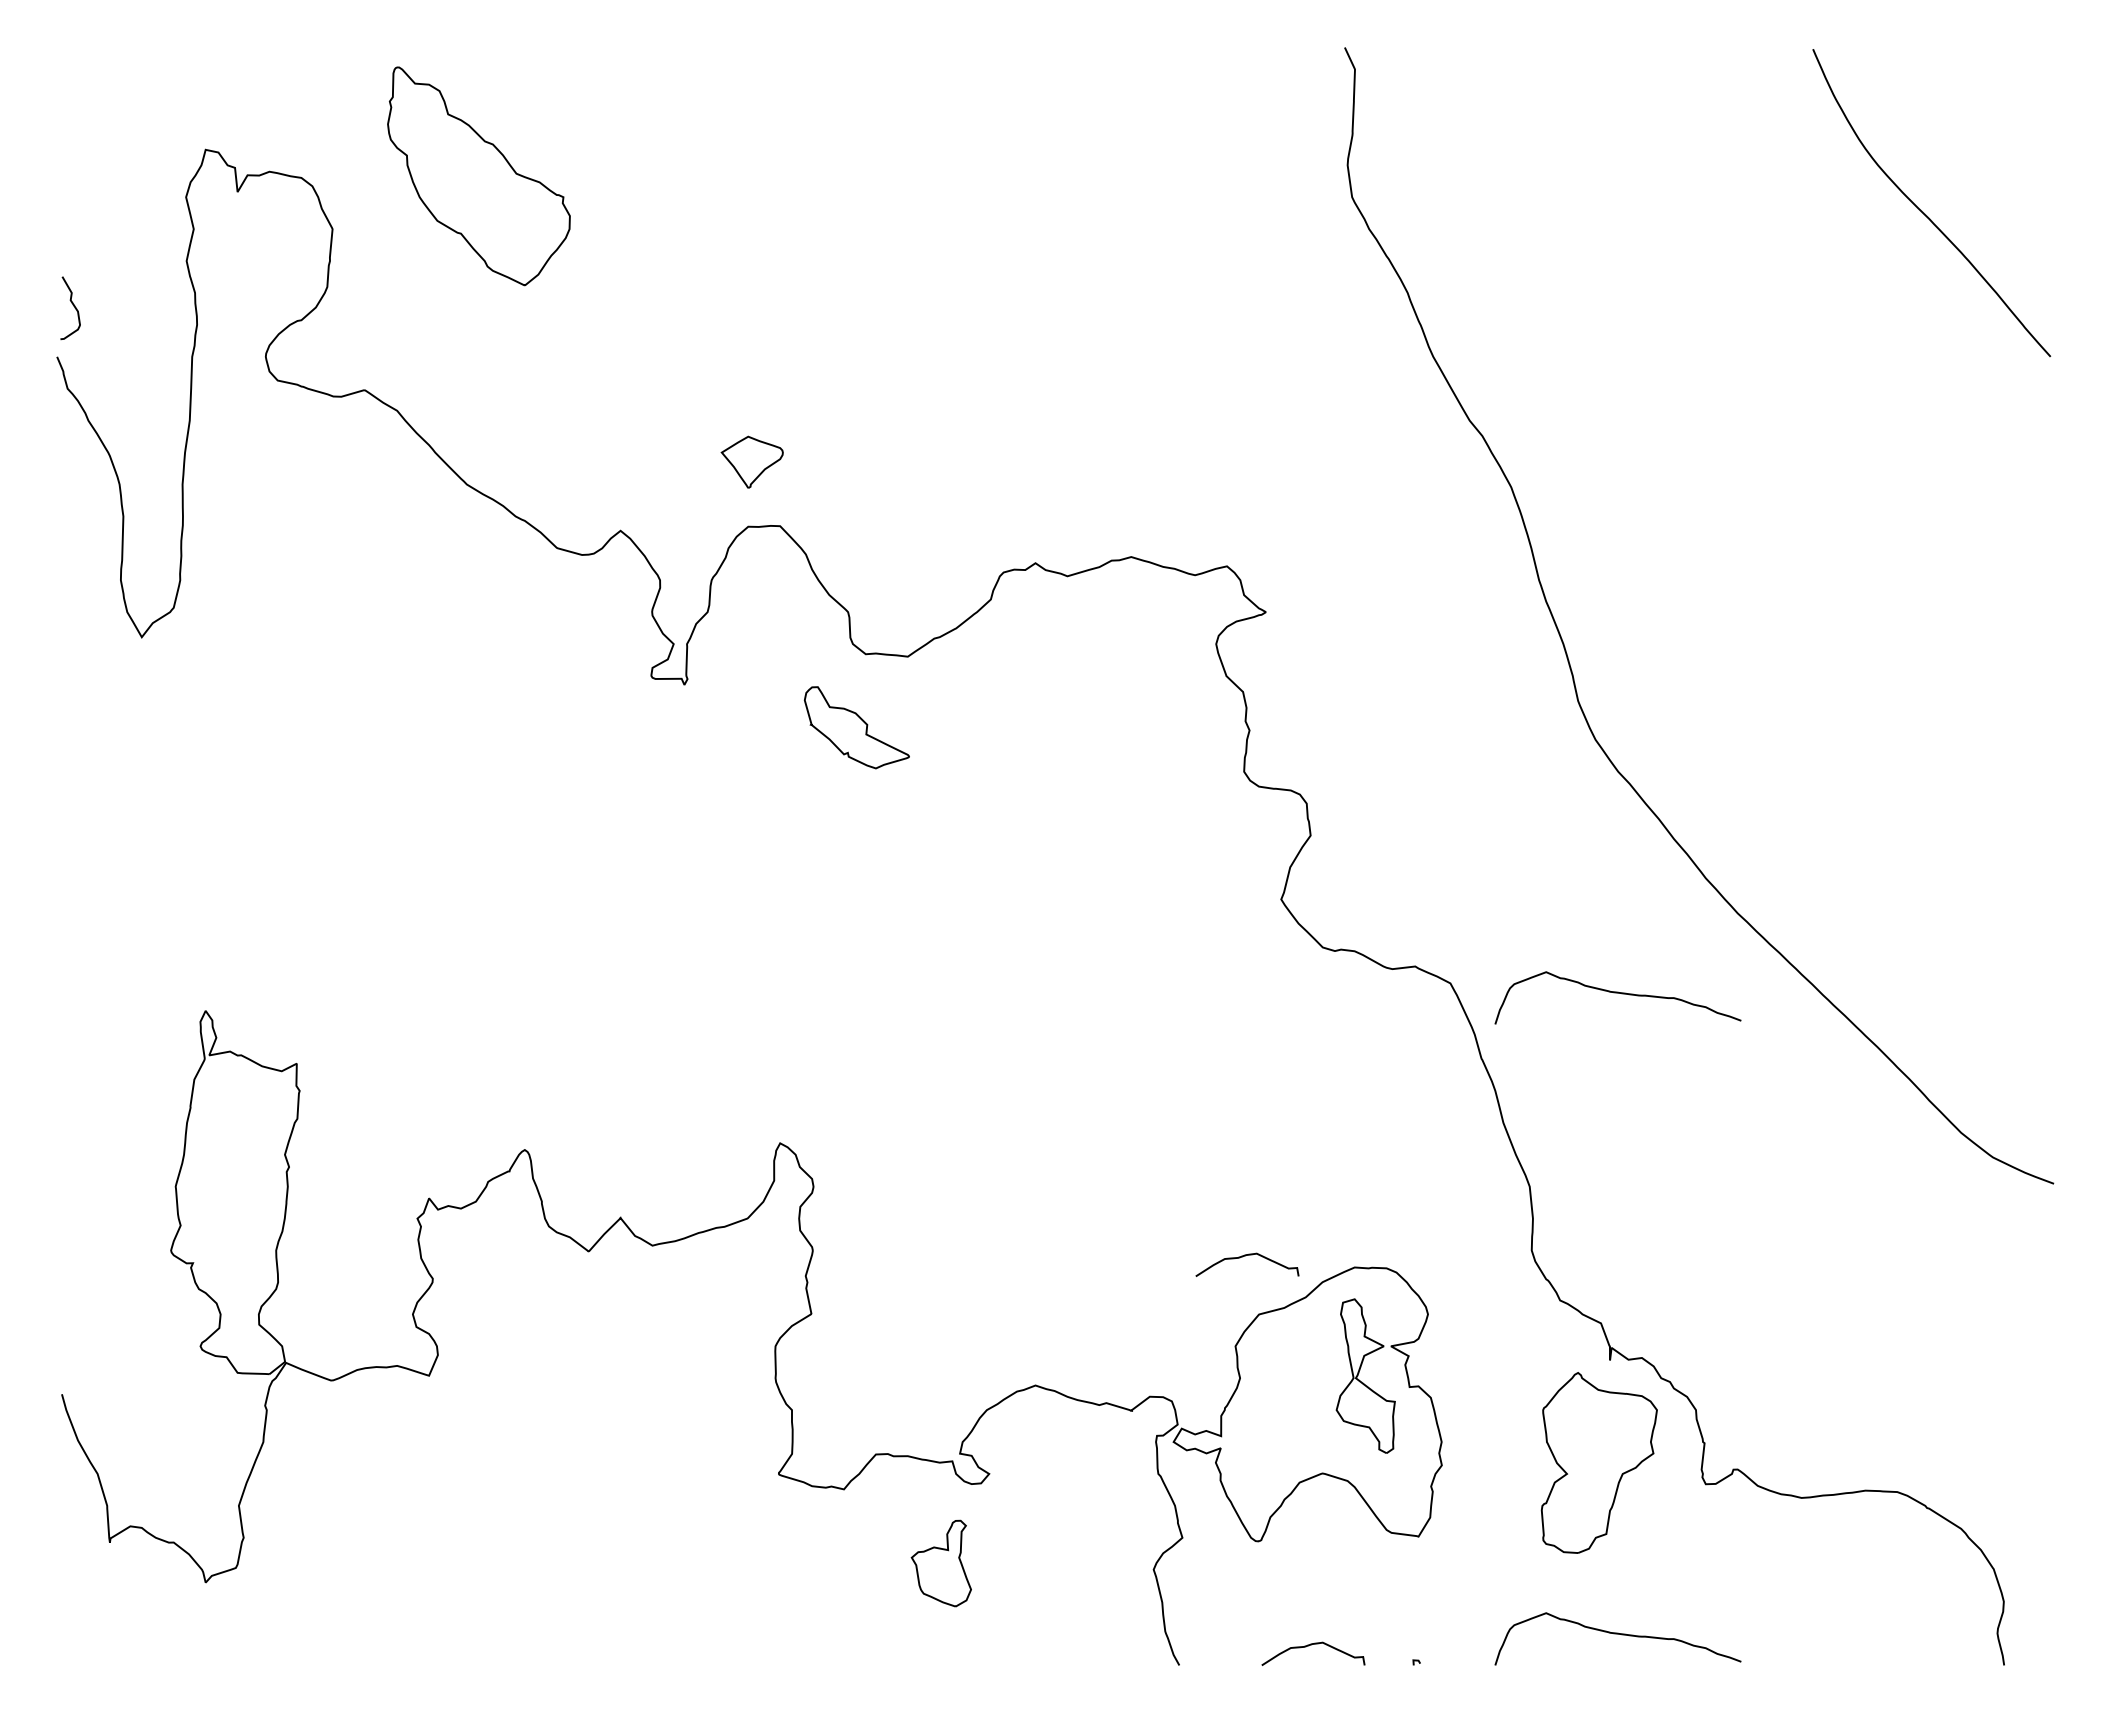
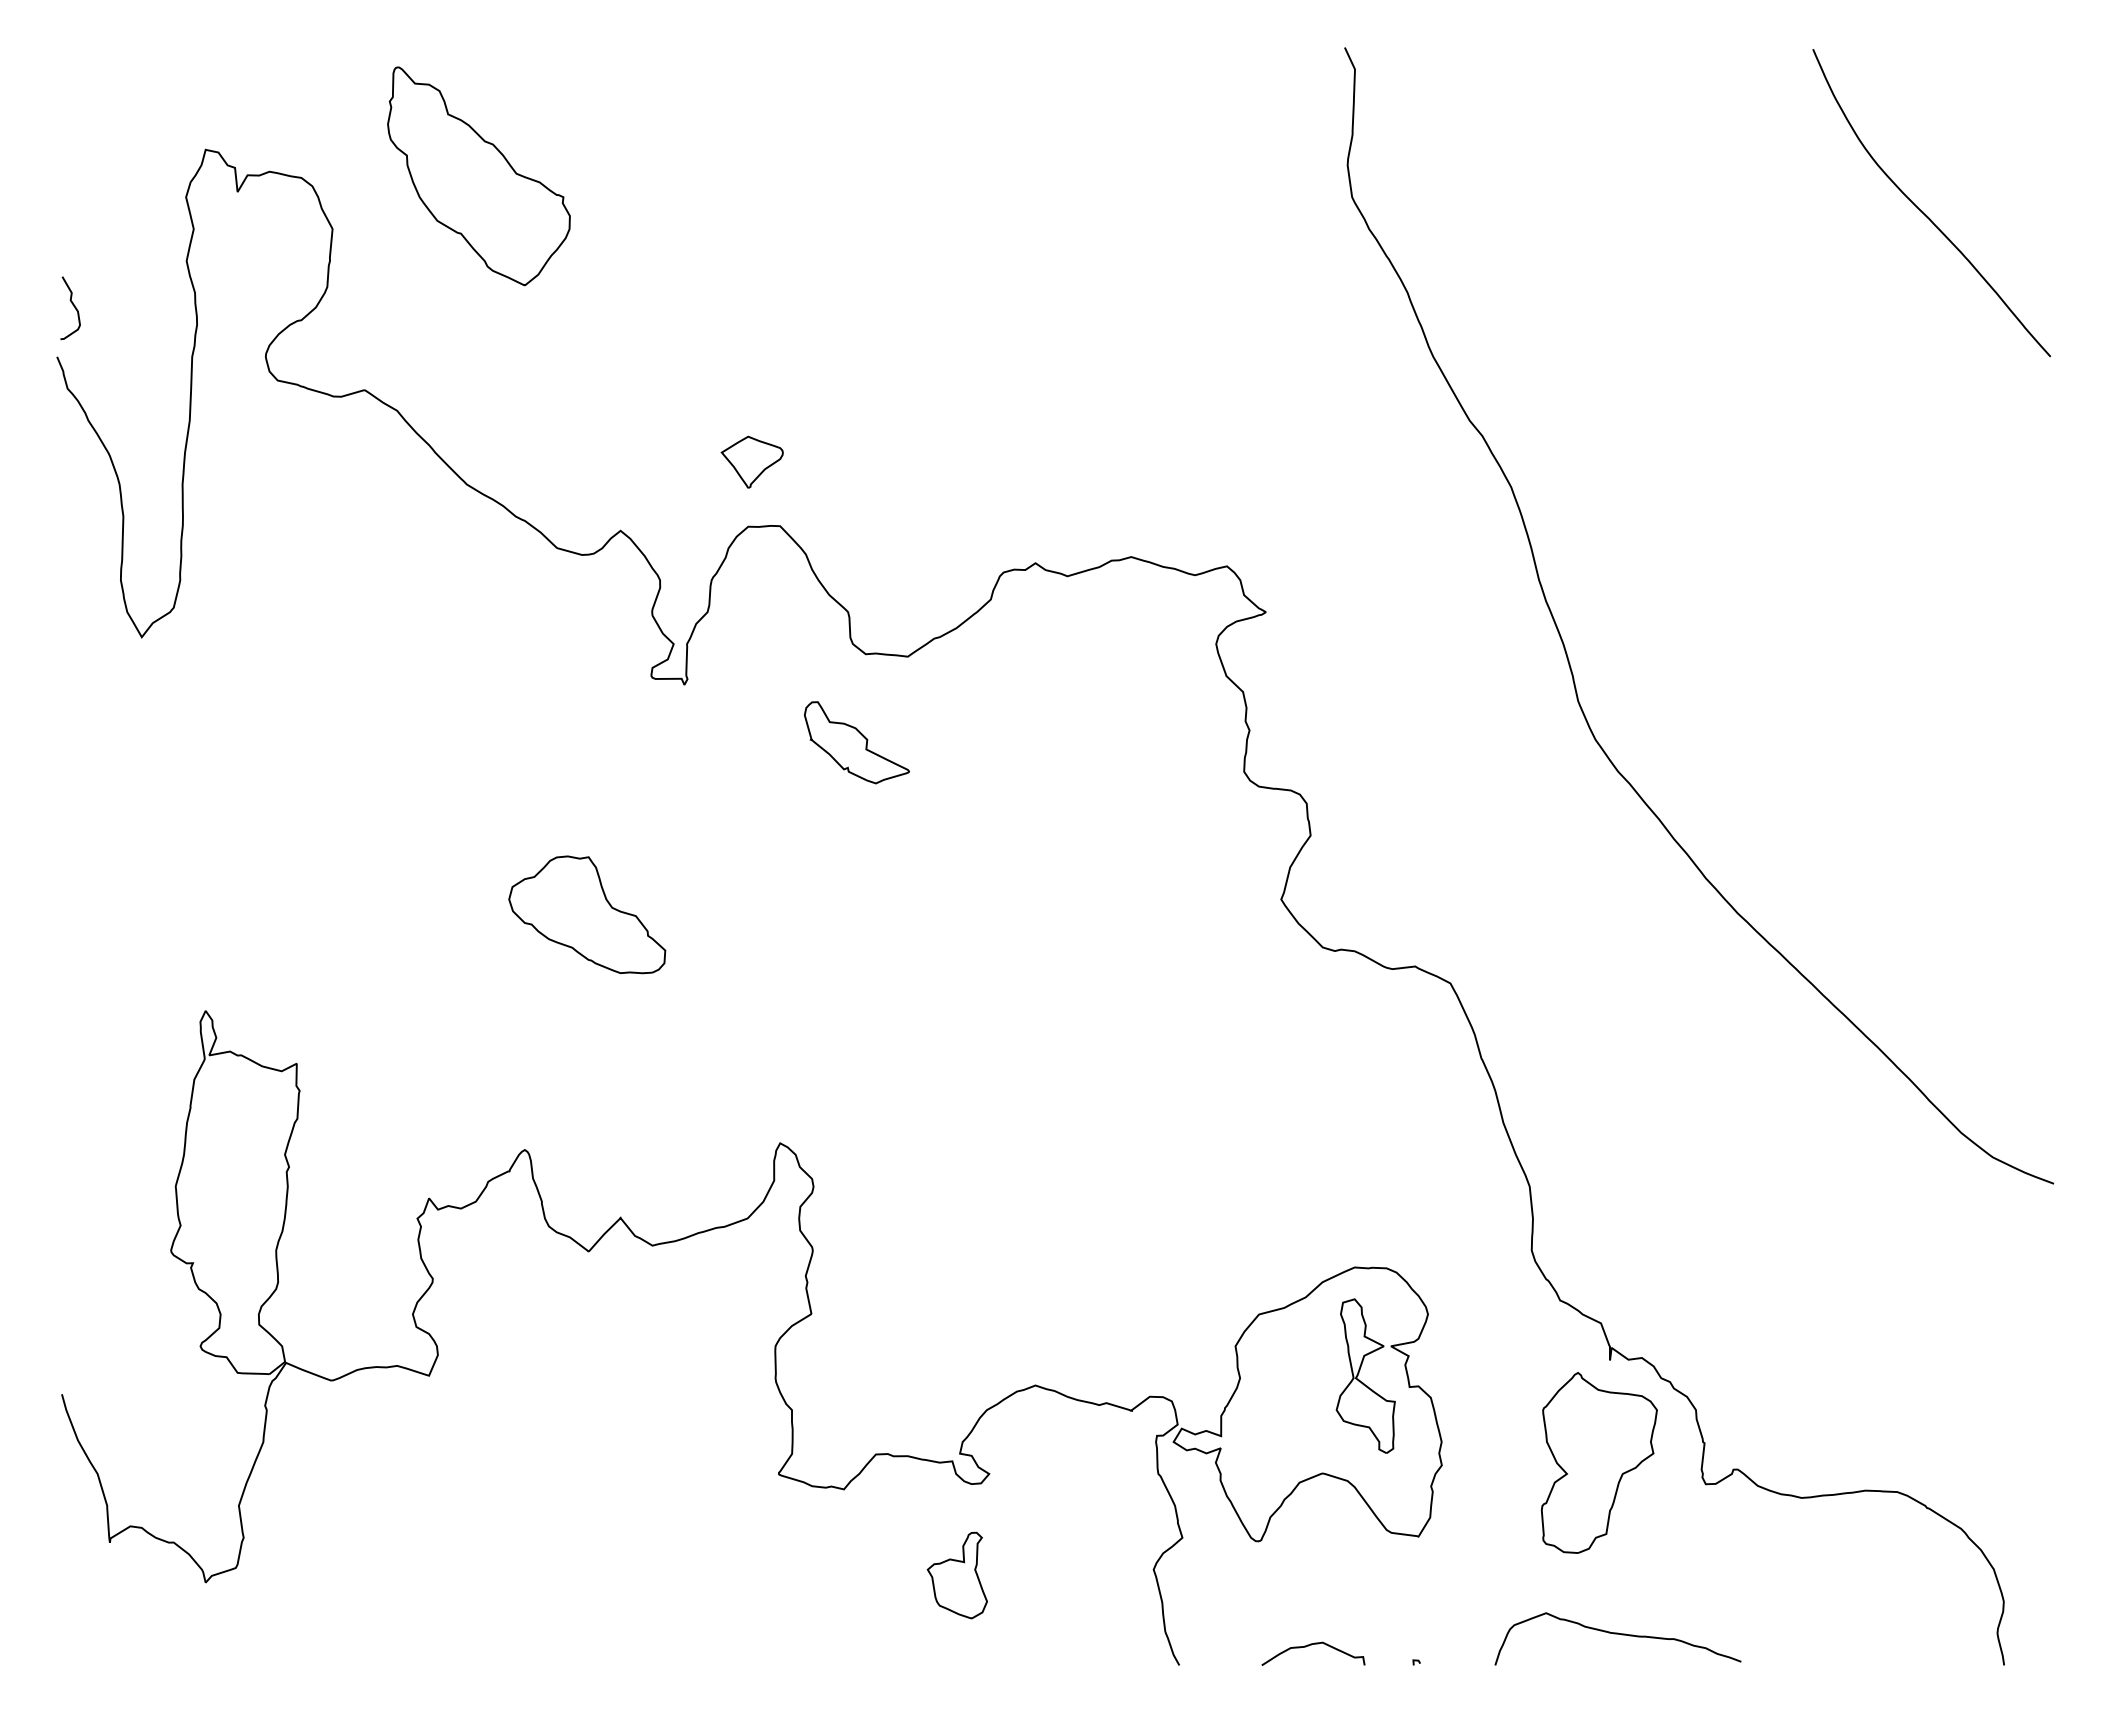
part at (856, 727) position: (856, 727) -> (856, 742)
part at (587, 914): none -> present
curve at (1617, 993): present -> none
curve at (1245, 1256): present -> none
part at (940, 1563) position: (940, 1563) -> (956, 1575)
